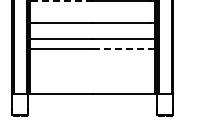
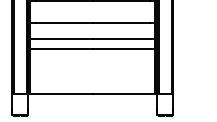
line at (64, 0): dashed -> solid
line at (123, 49): dashed -> solid
